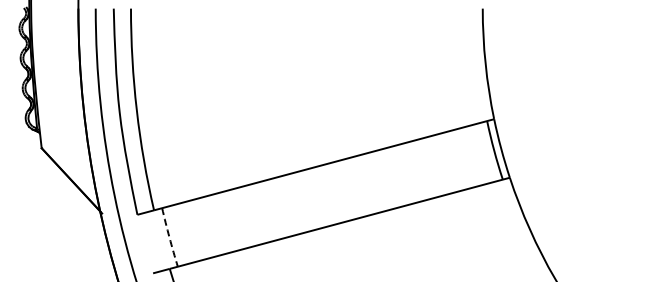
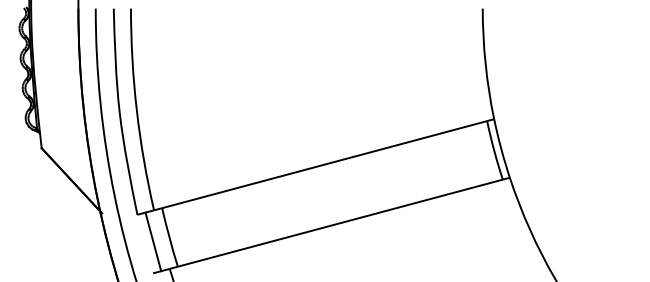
arc at (169, 237): dashed -> solid
line at (153, 241): none -> present
